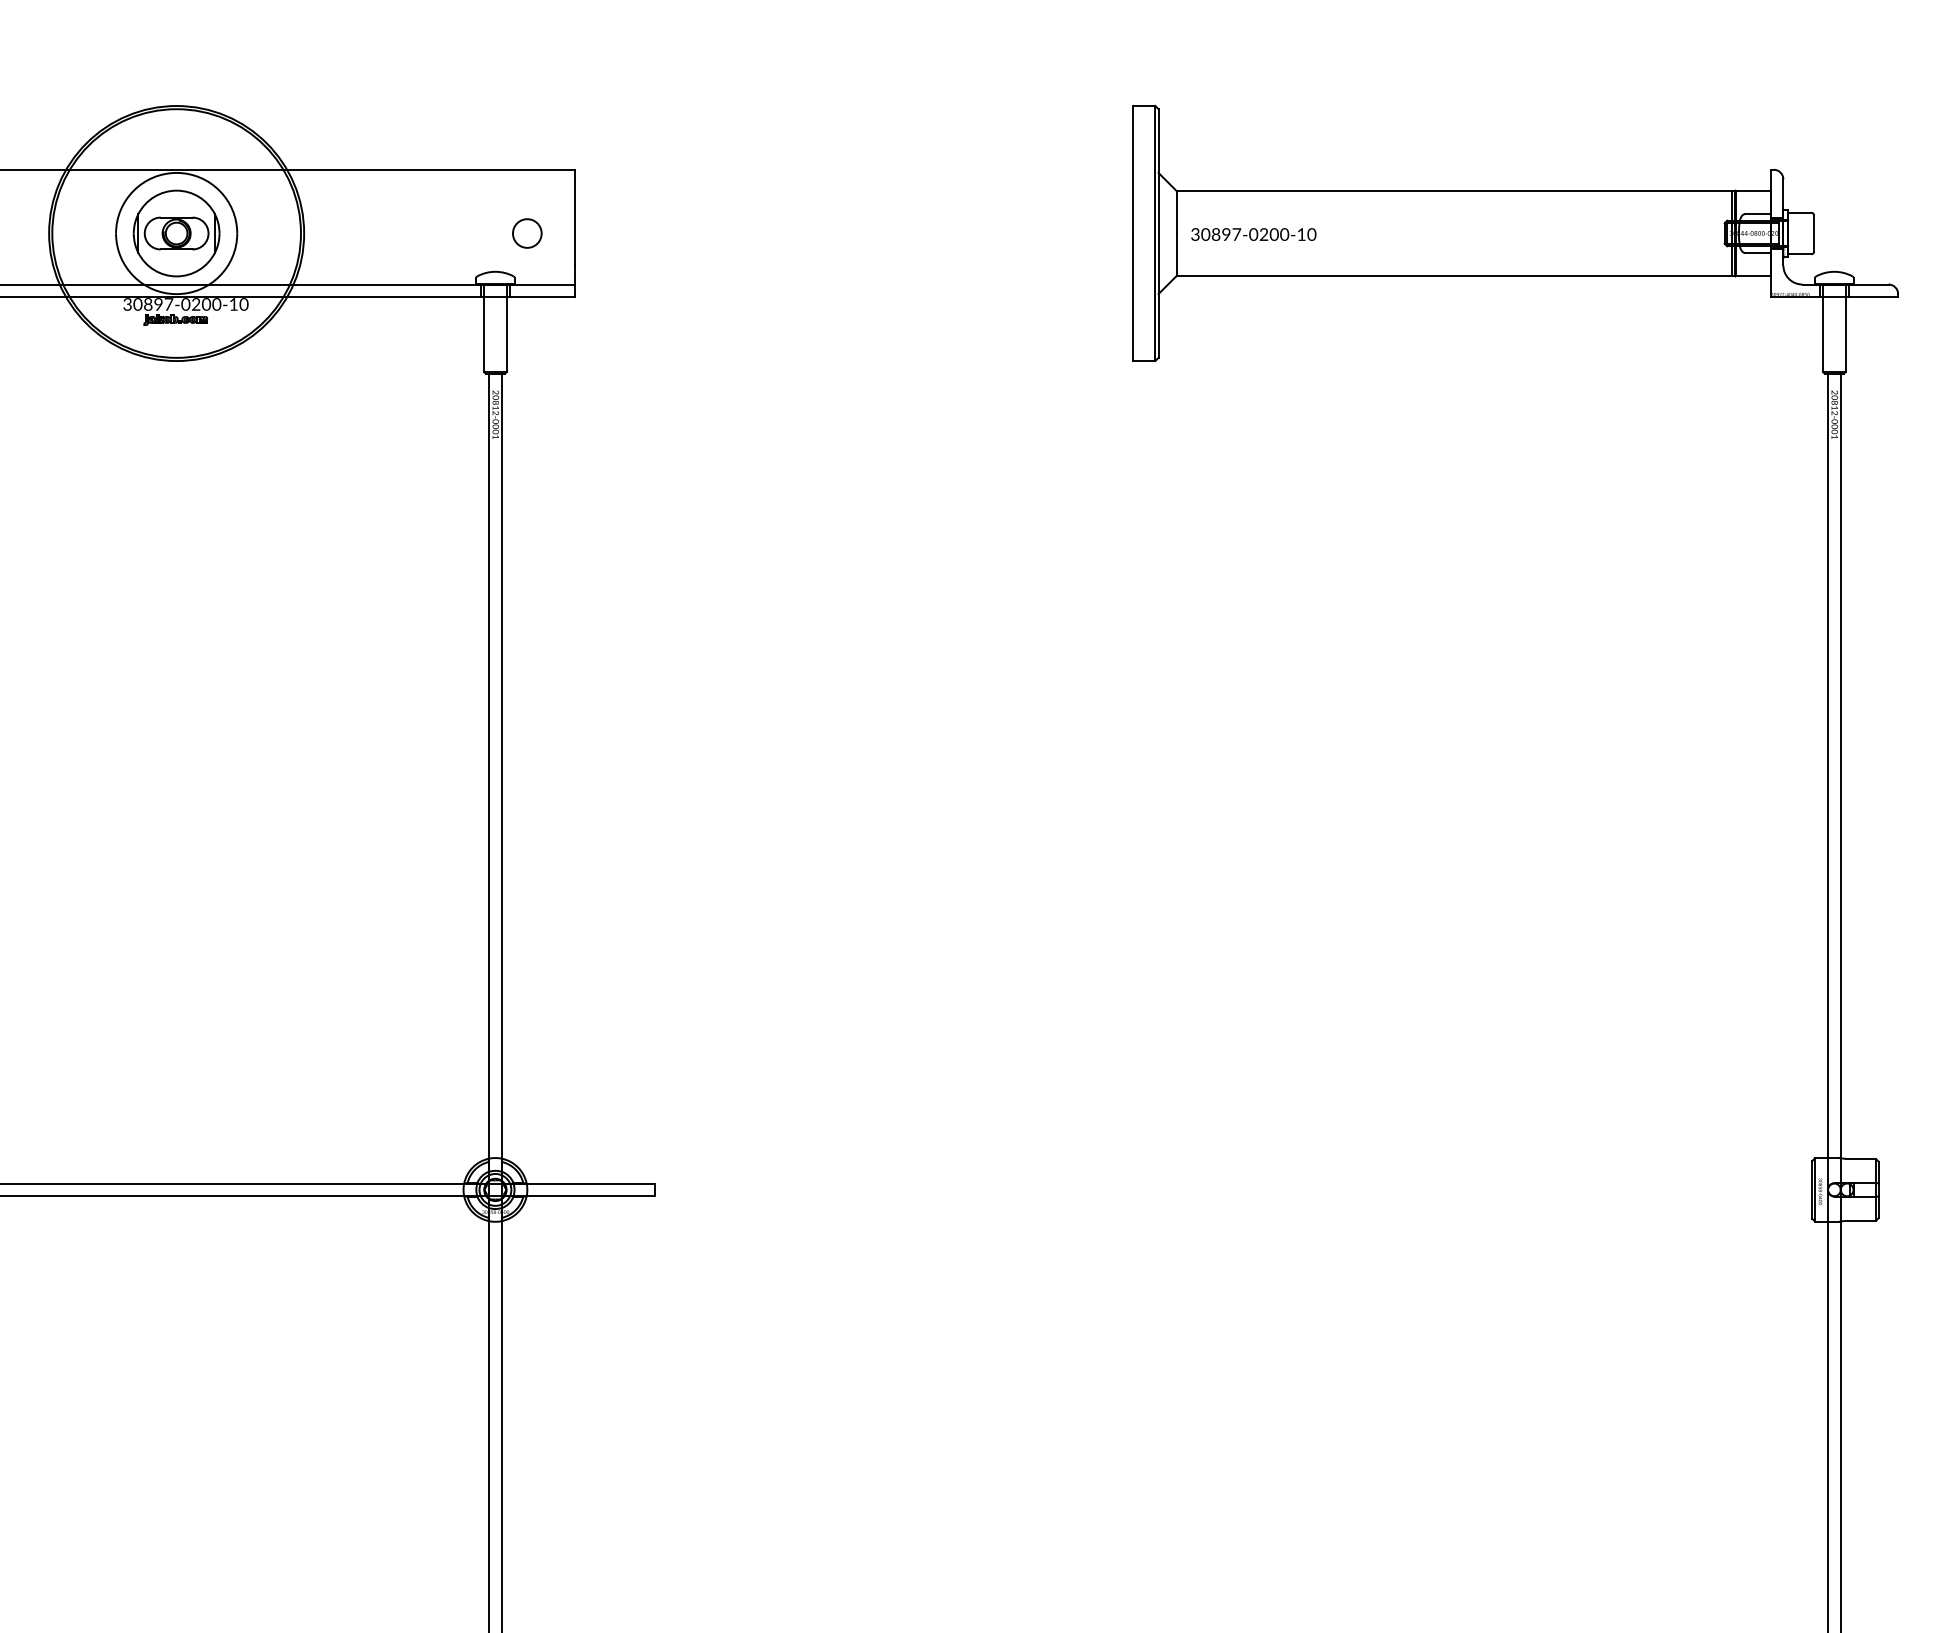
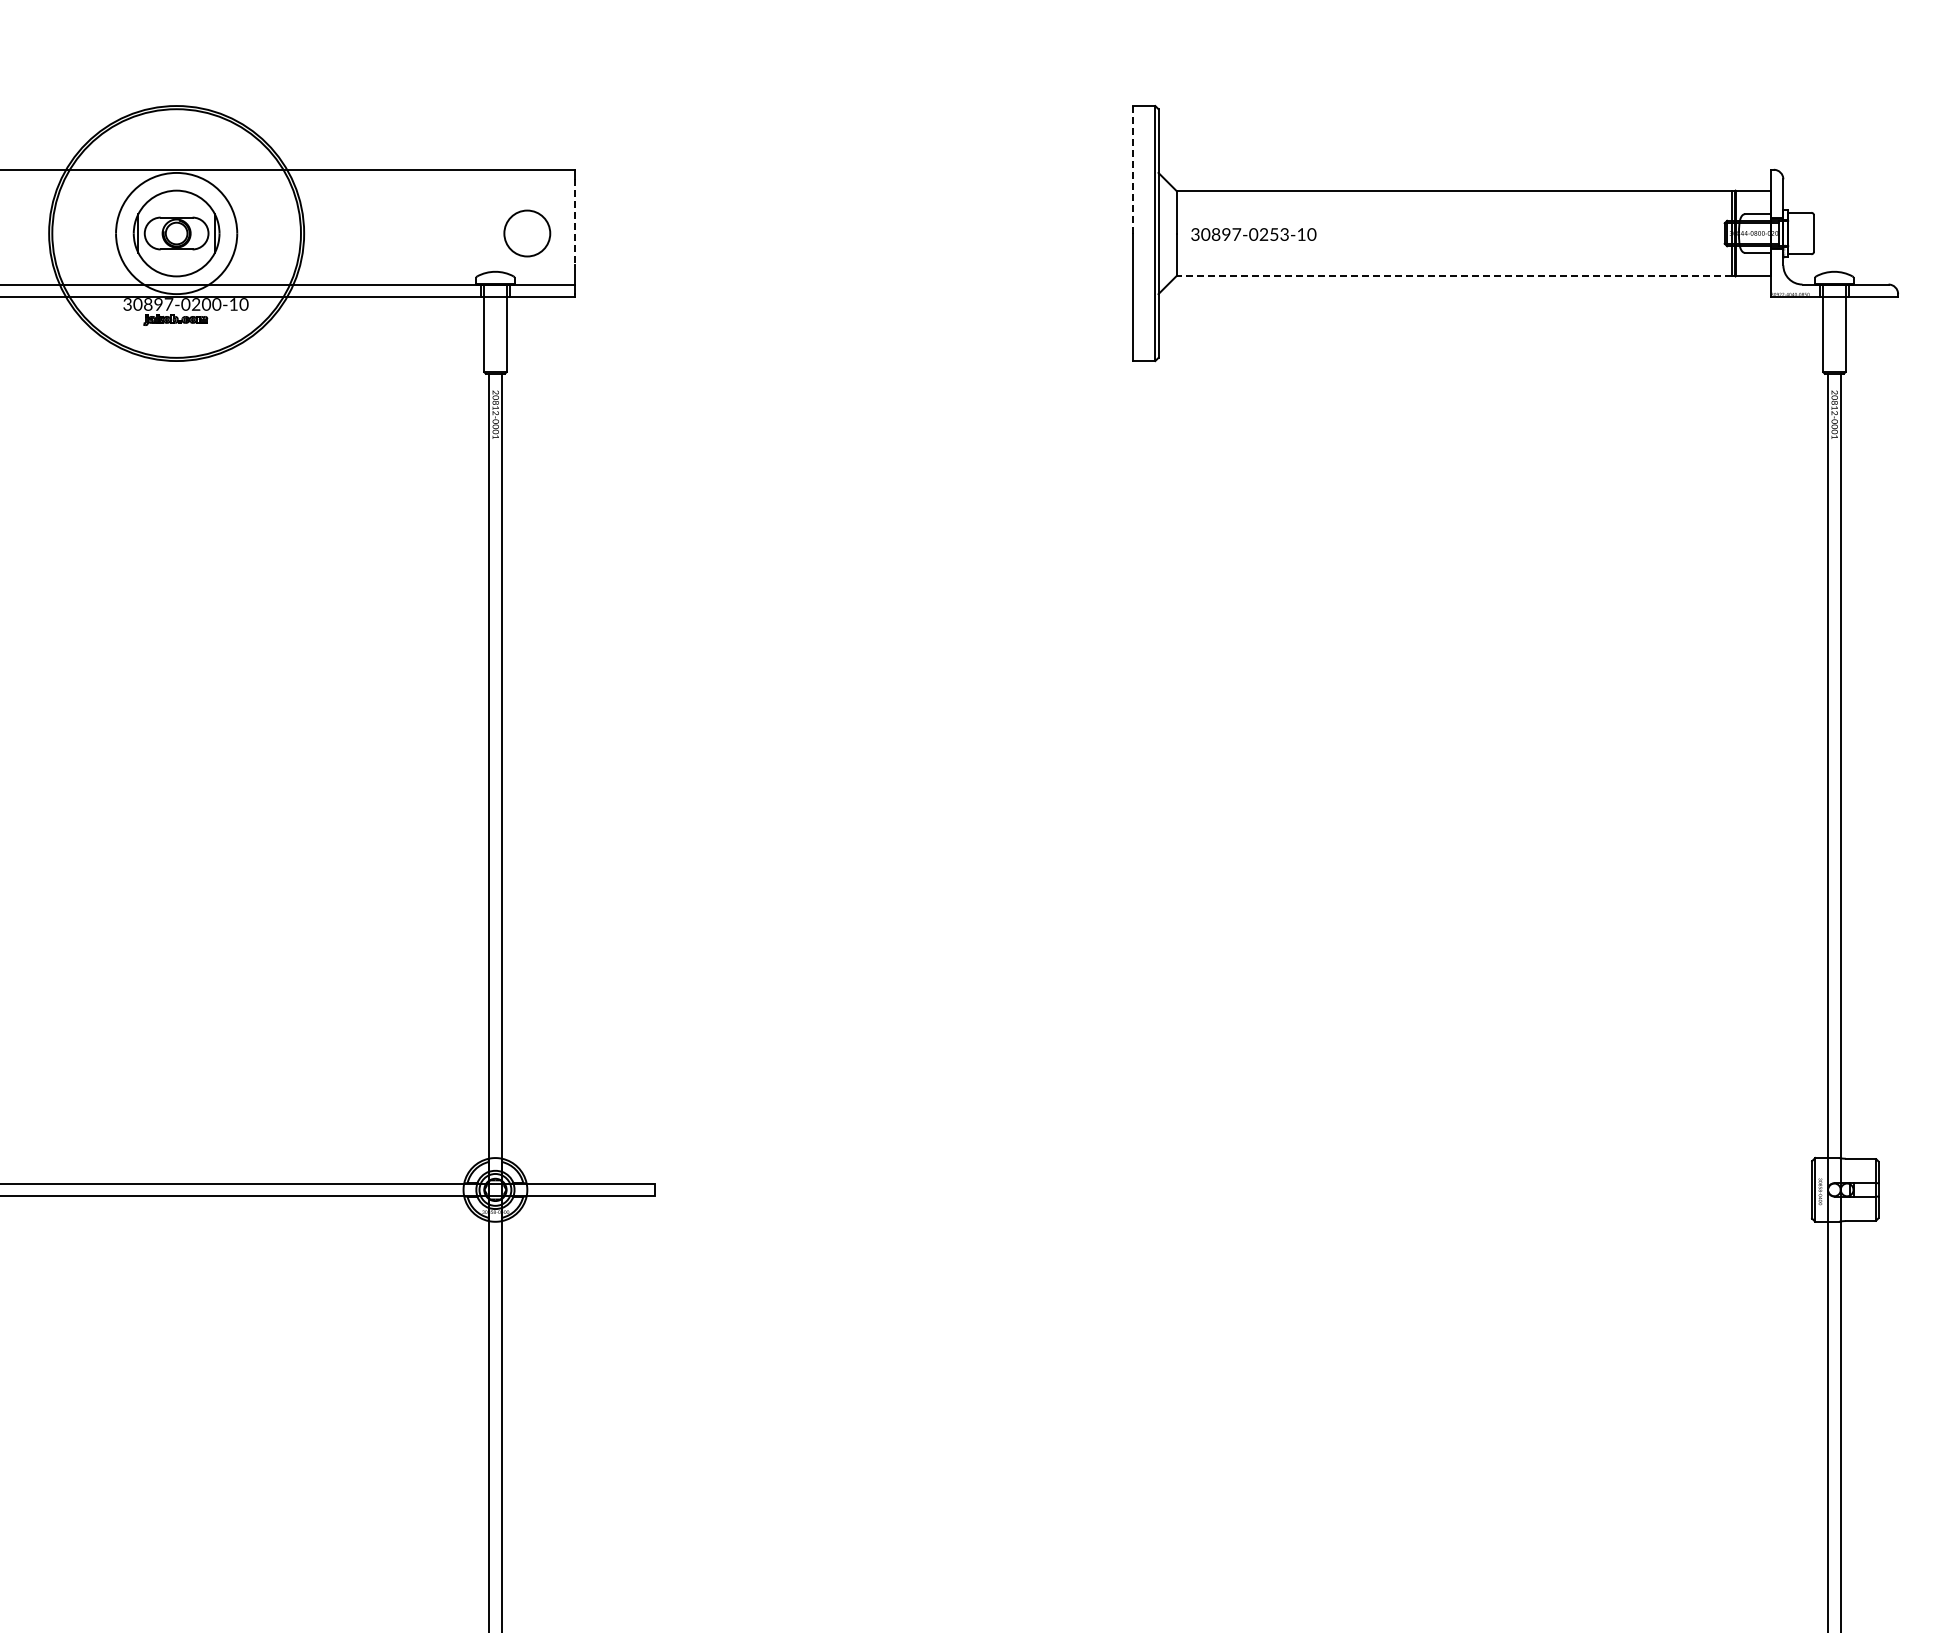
line at (1133, 169): solid -> dashed
line at (575, 222): solid -> dashed
circle at (526, 233) diameter: 29 px -> 46 px
text at (1279, 234): 30897-0200-10 -> 30897-0253-10
line at (1454, 276): solid -> dashed
